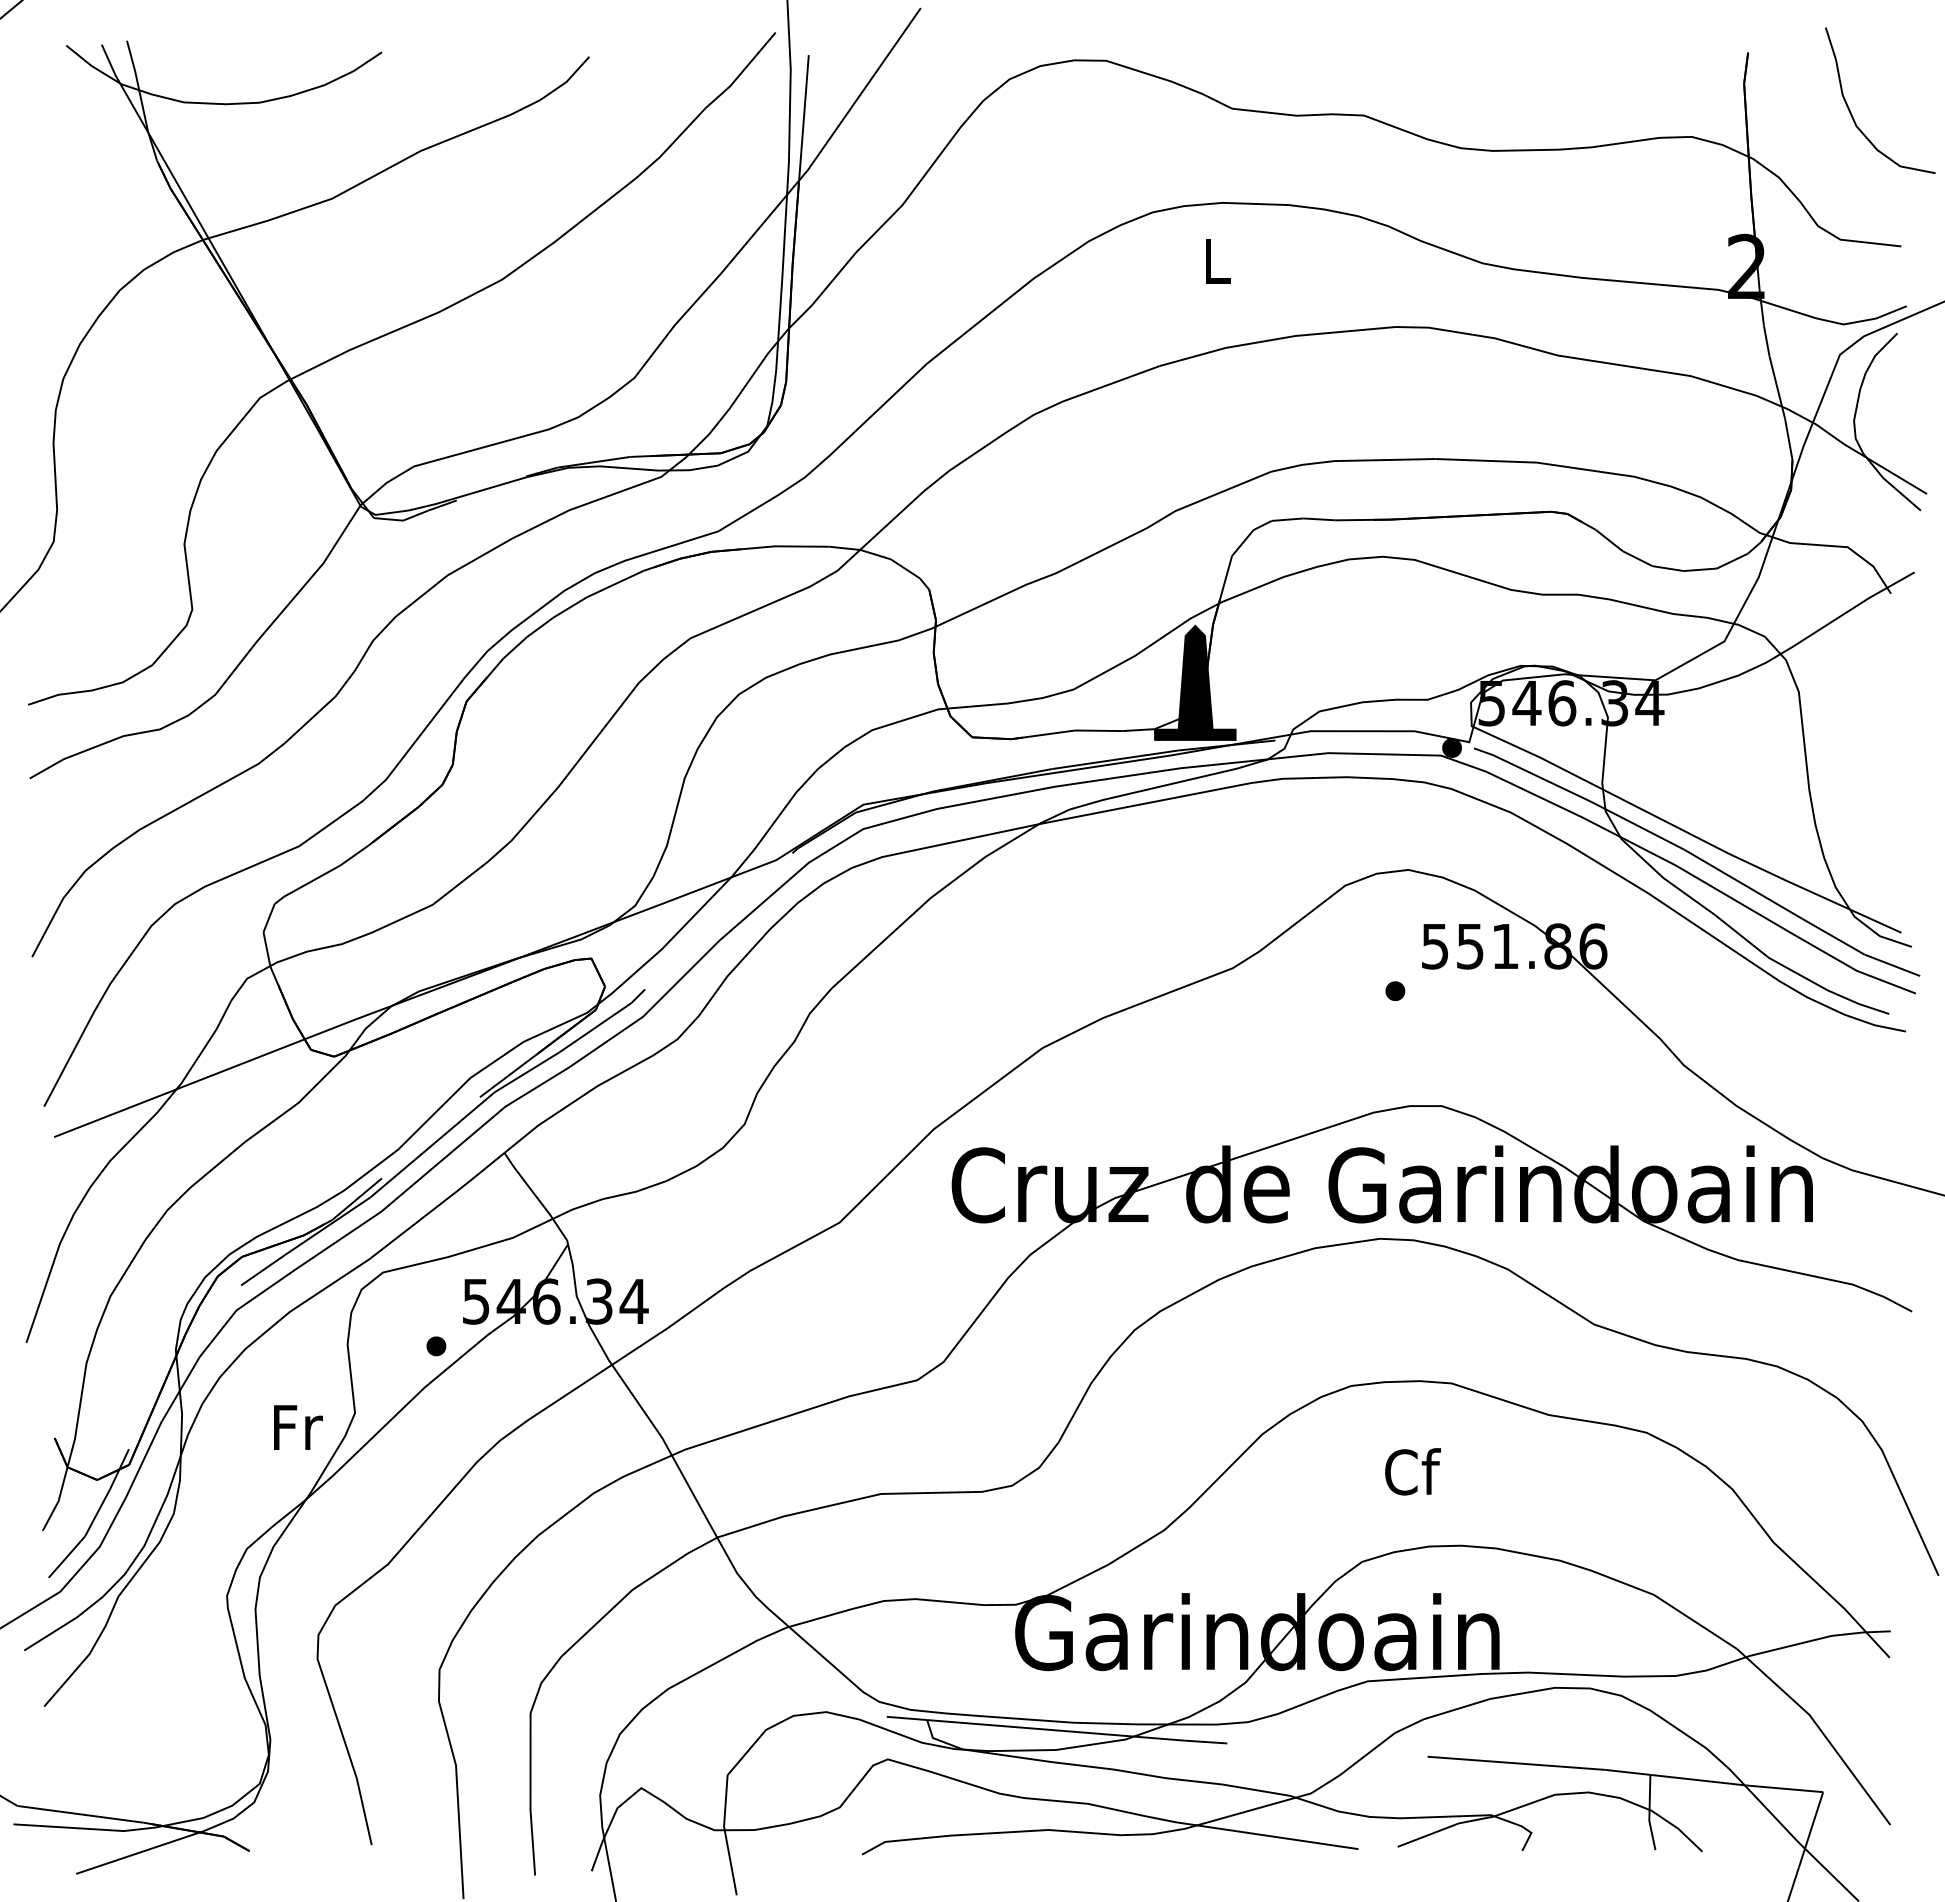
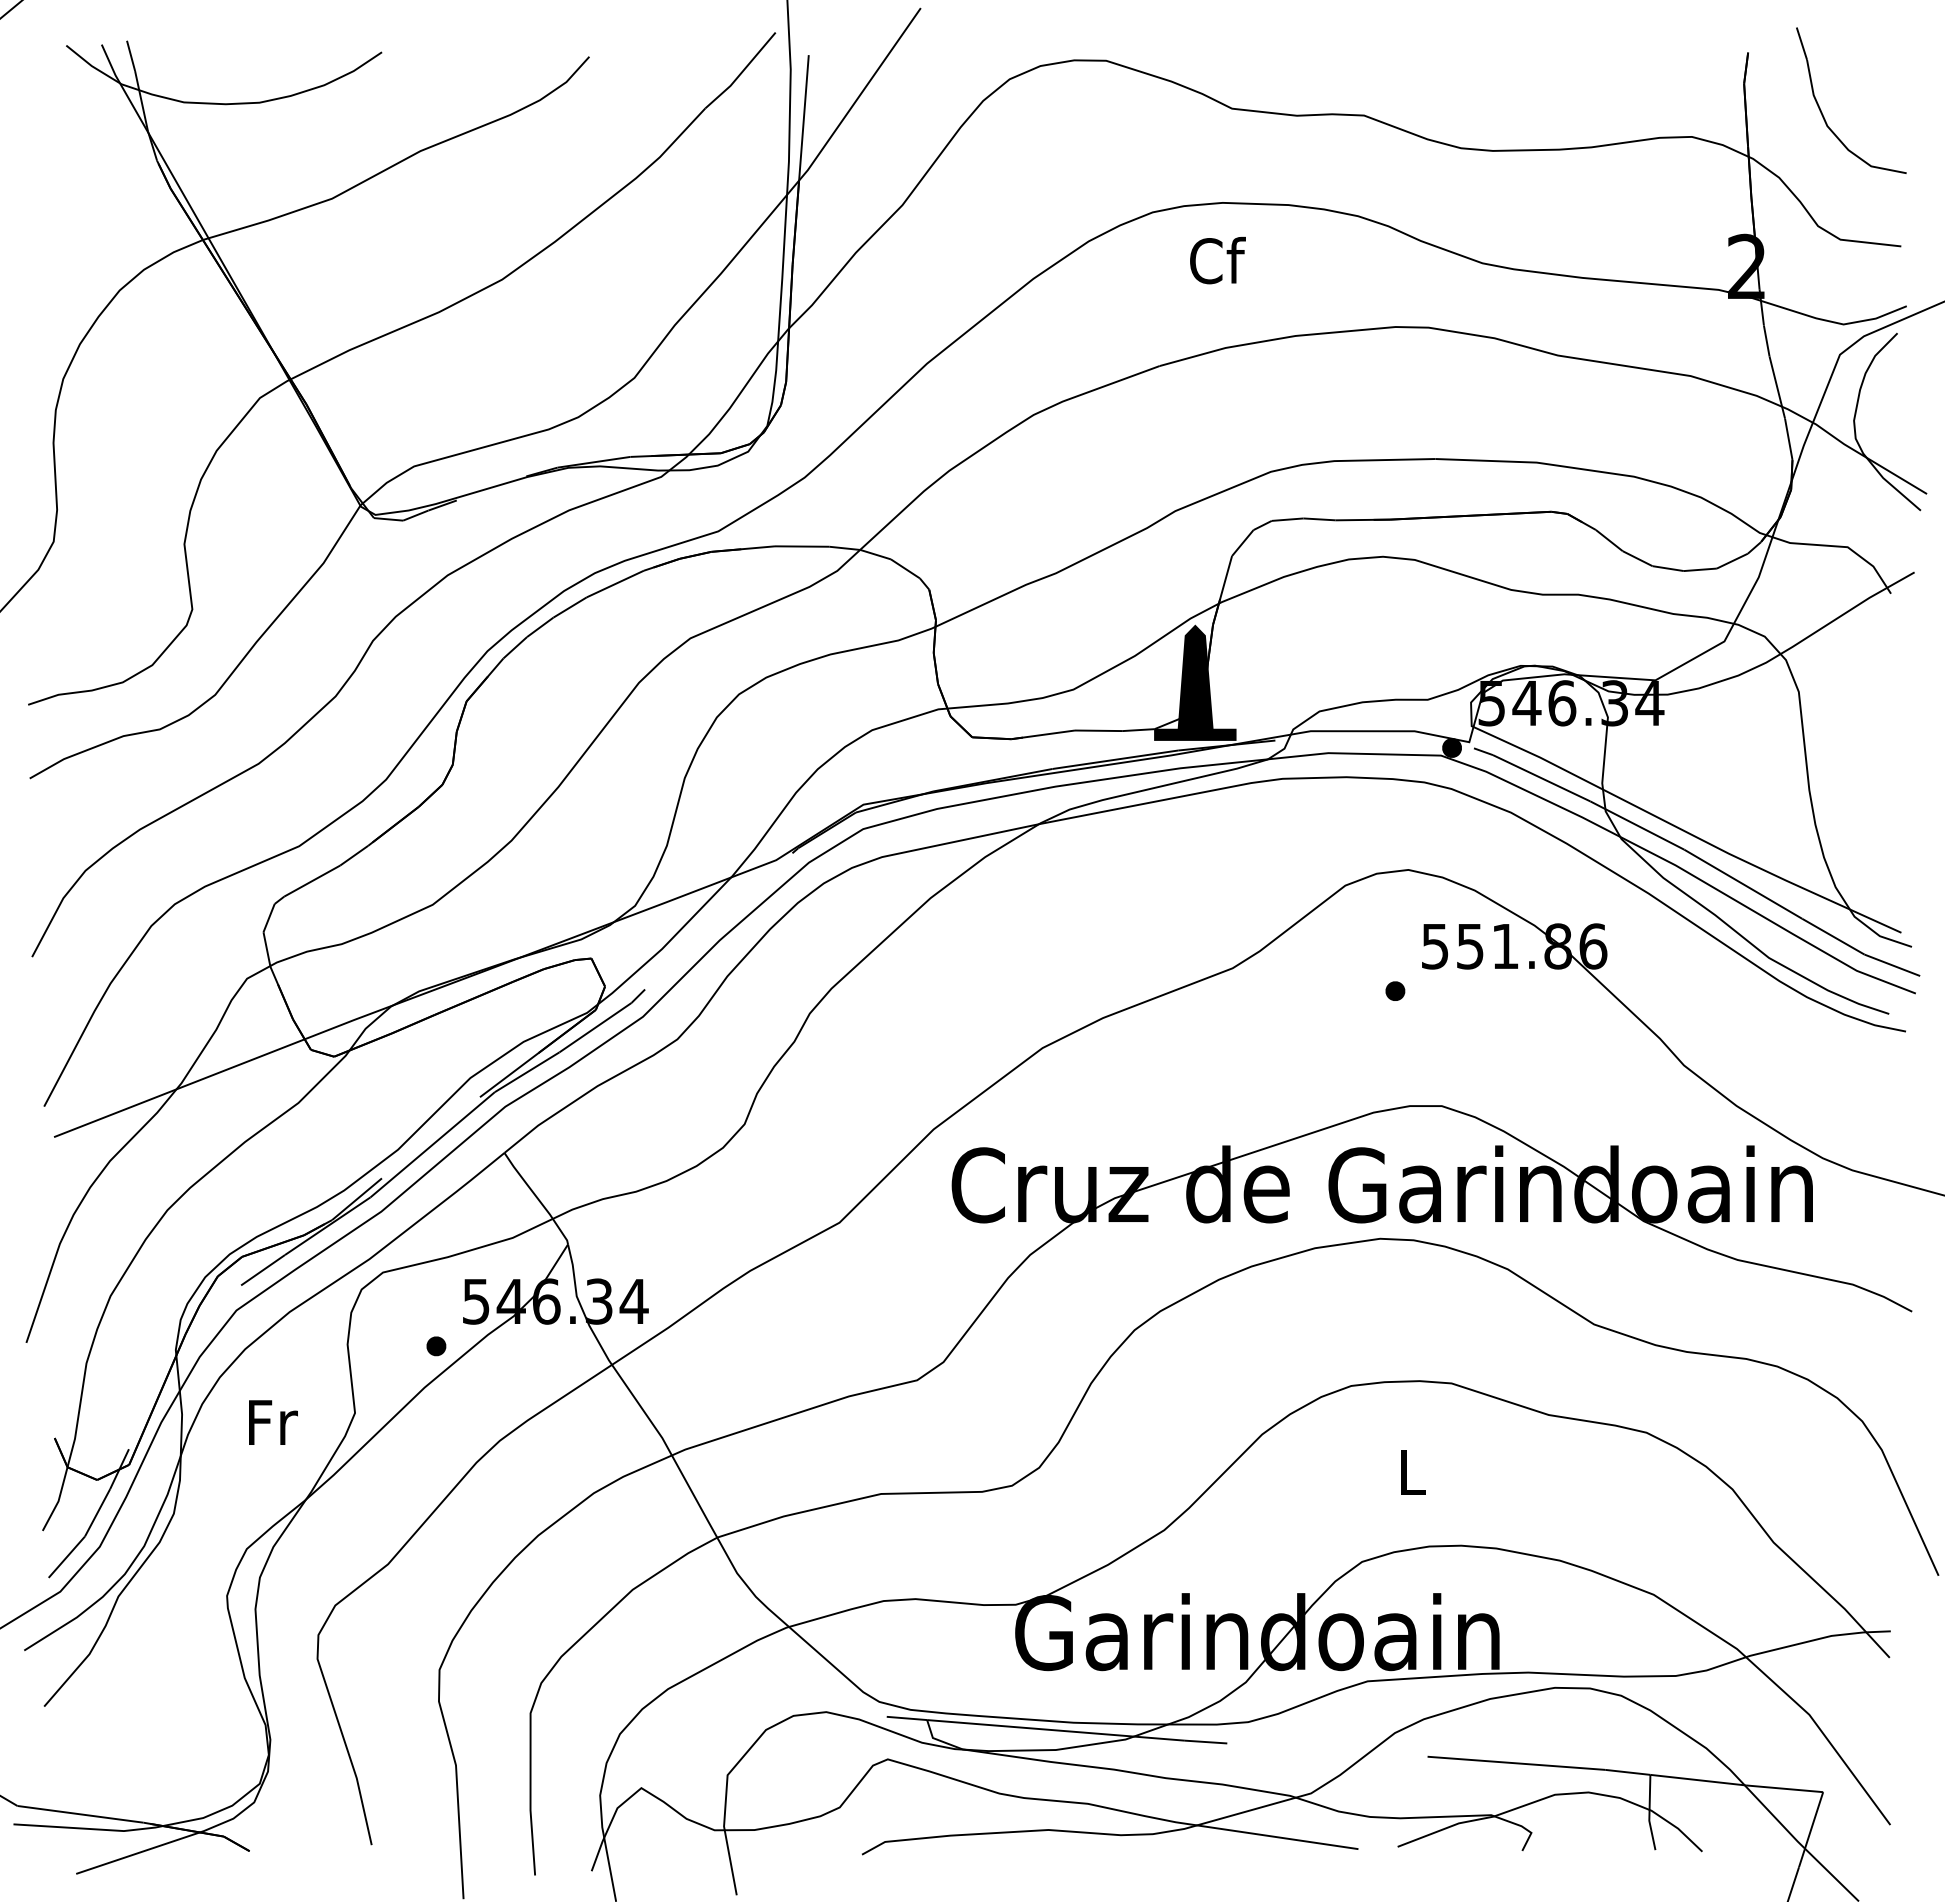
part at (1852, 114) position: (1852, 114) -> (1823, 114)
text at (1217, 260): L -> Cf
text at (298, 1427) position: (298, 1427) -> (273, 1422)
text at (1412, 1471): Cf -> L
